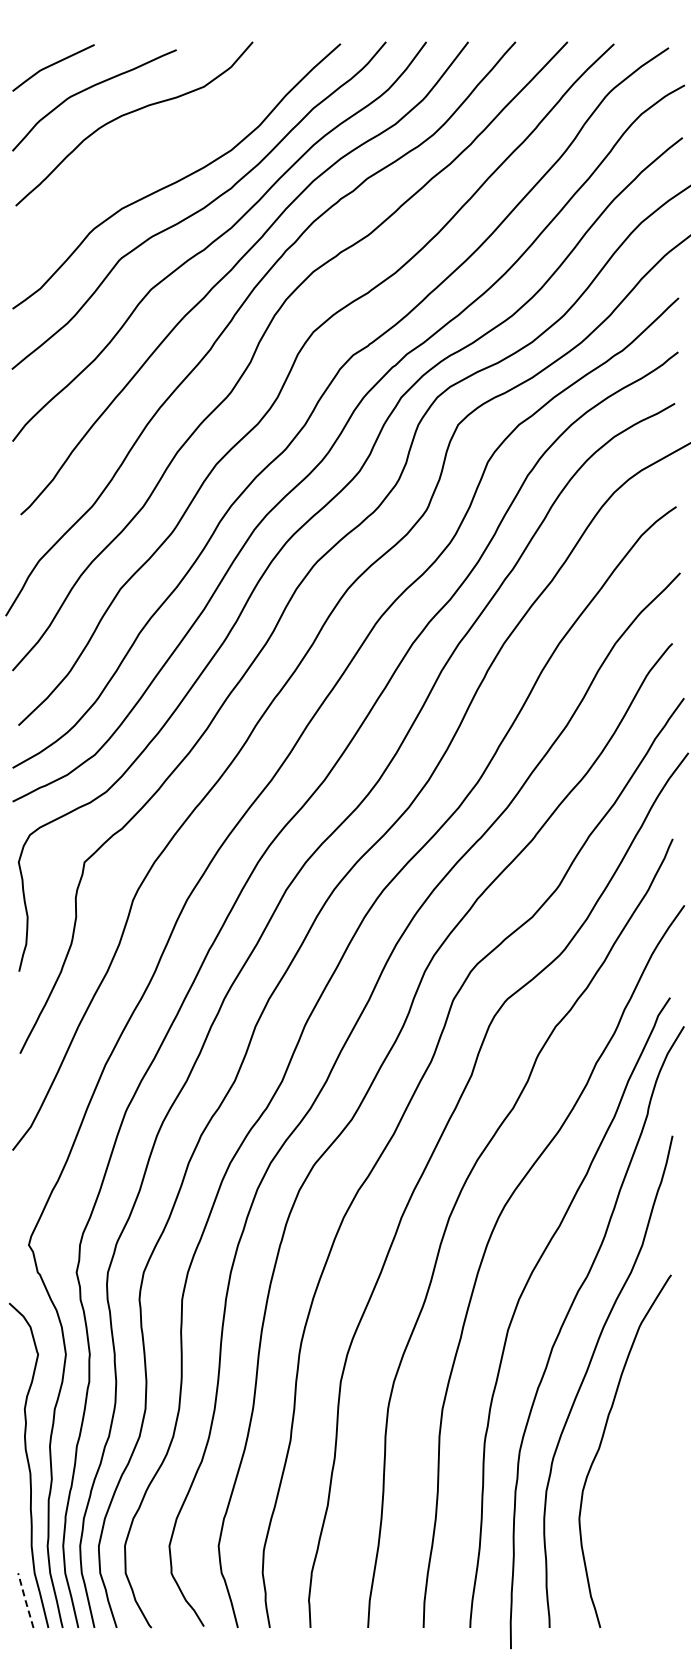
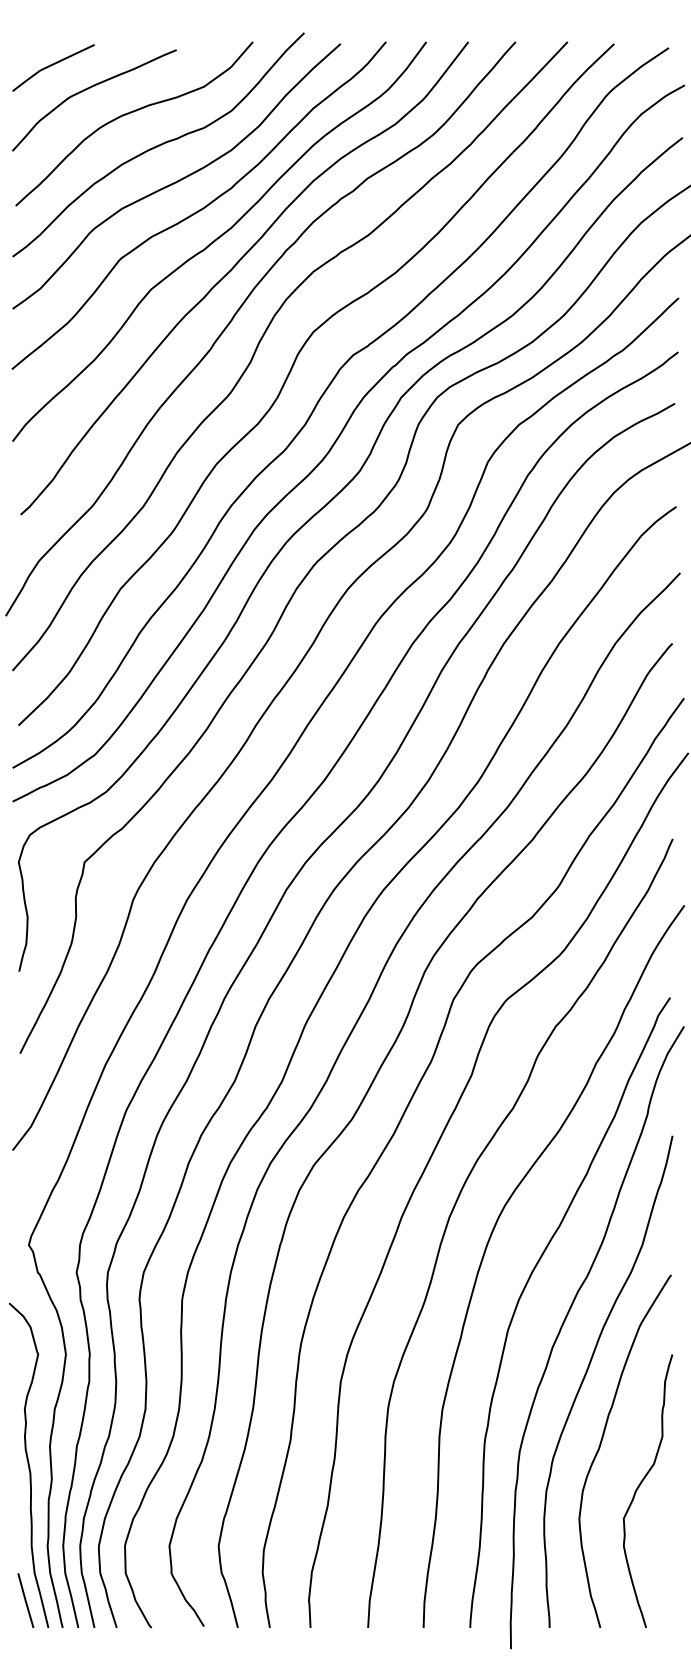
curve at (158, 144): none -> present
curve at (639, 1487): none -> present
line at (25, 1600): dashed -> solid
